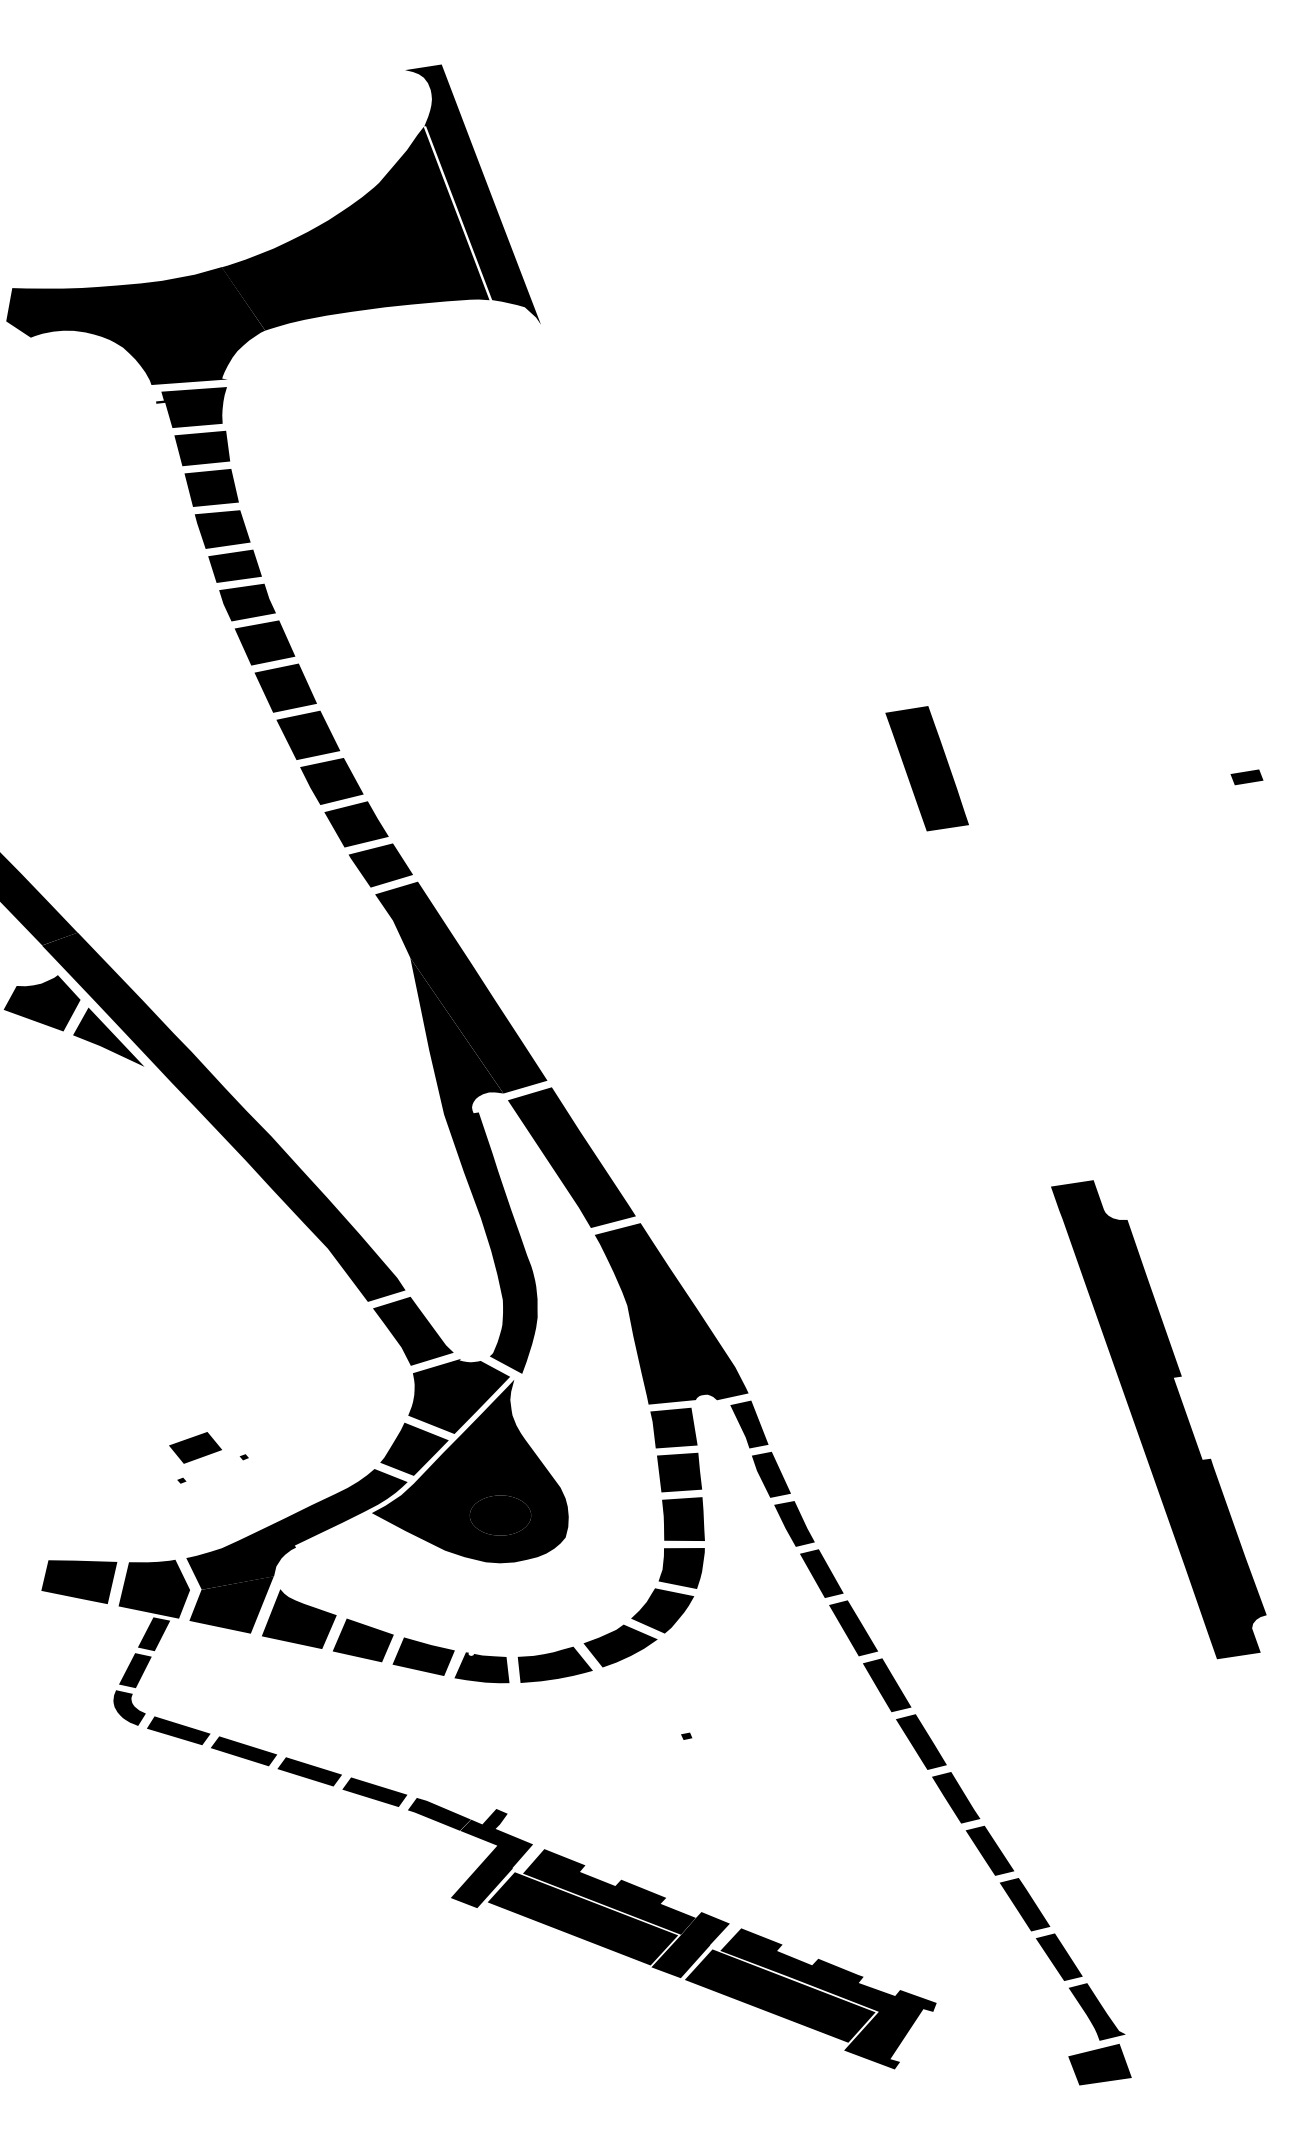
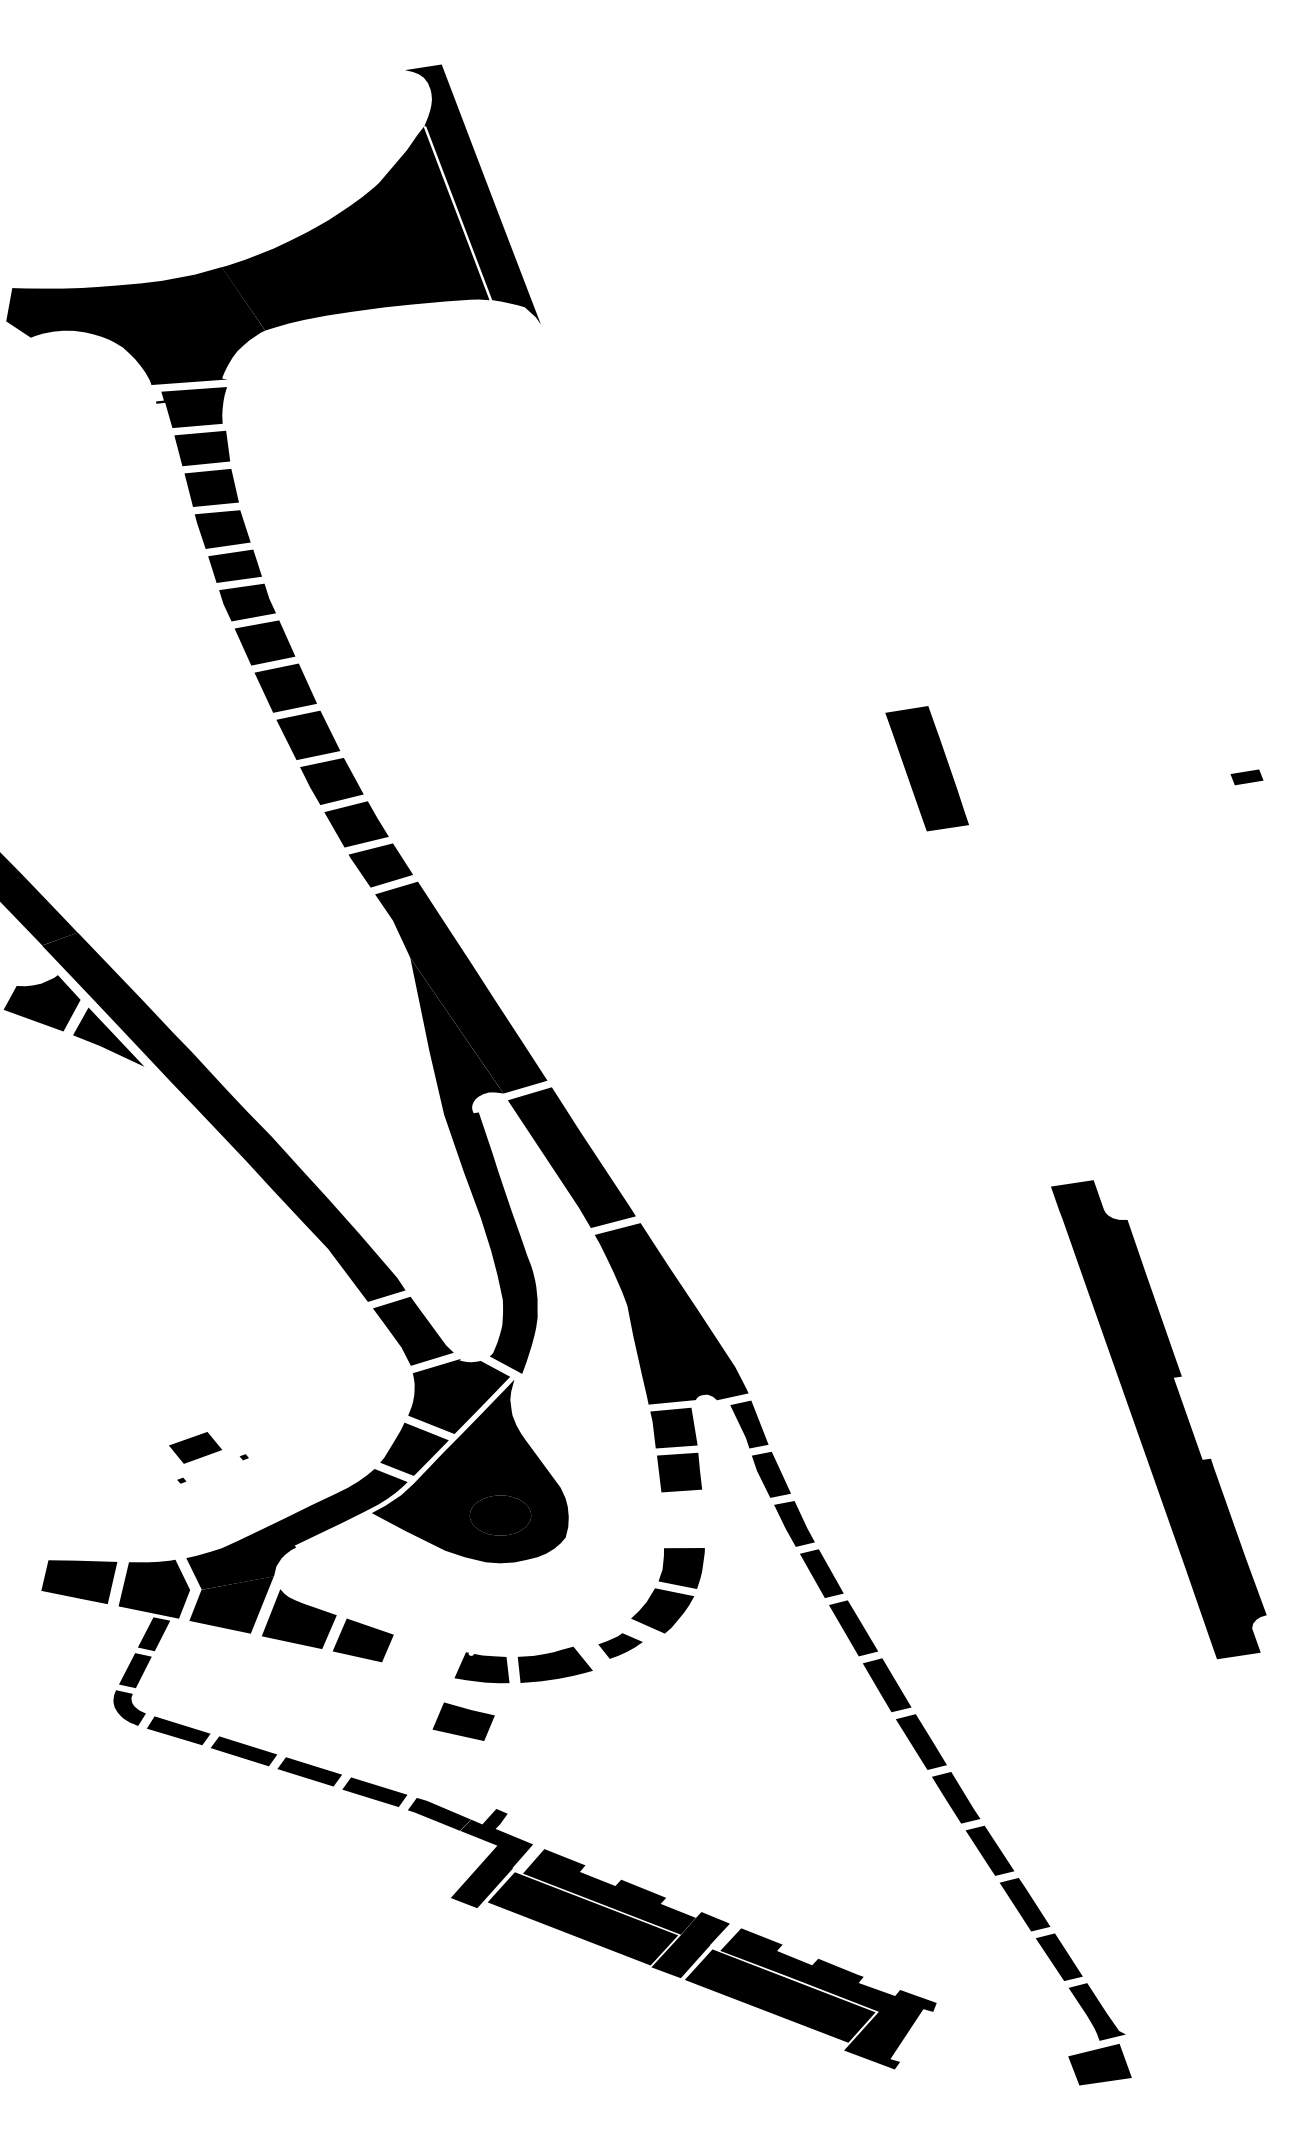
fill at (683, 1519): present -> none
part at (620, 1645) size: 75x44 px -> 45x26 px
part at (423, 1656) position: (423, 1656) -> (463, 1721)
fill at (686, 1736): present -> none
